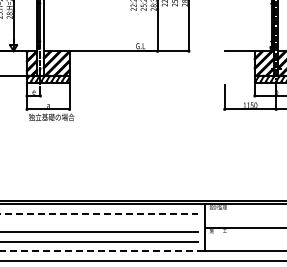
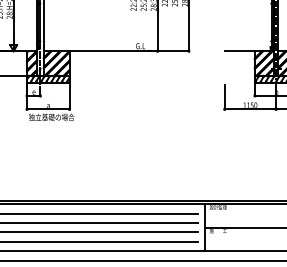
line at (99, 213): dashed -> solid
line at (99, 222): none -> present
line at (102, 251): dashed -> solid
